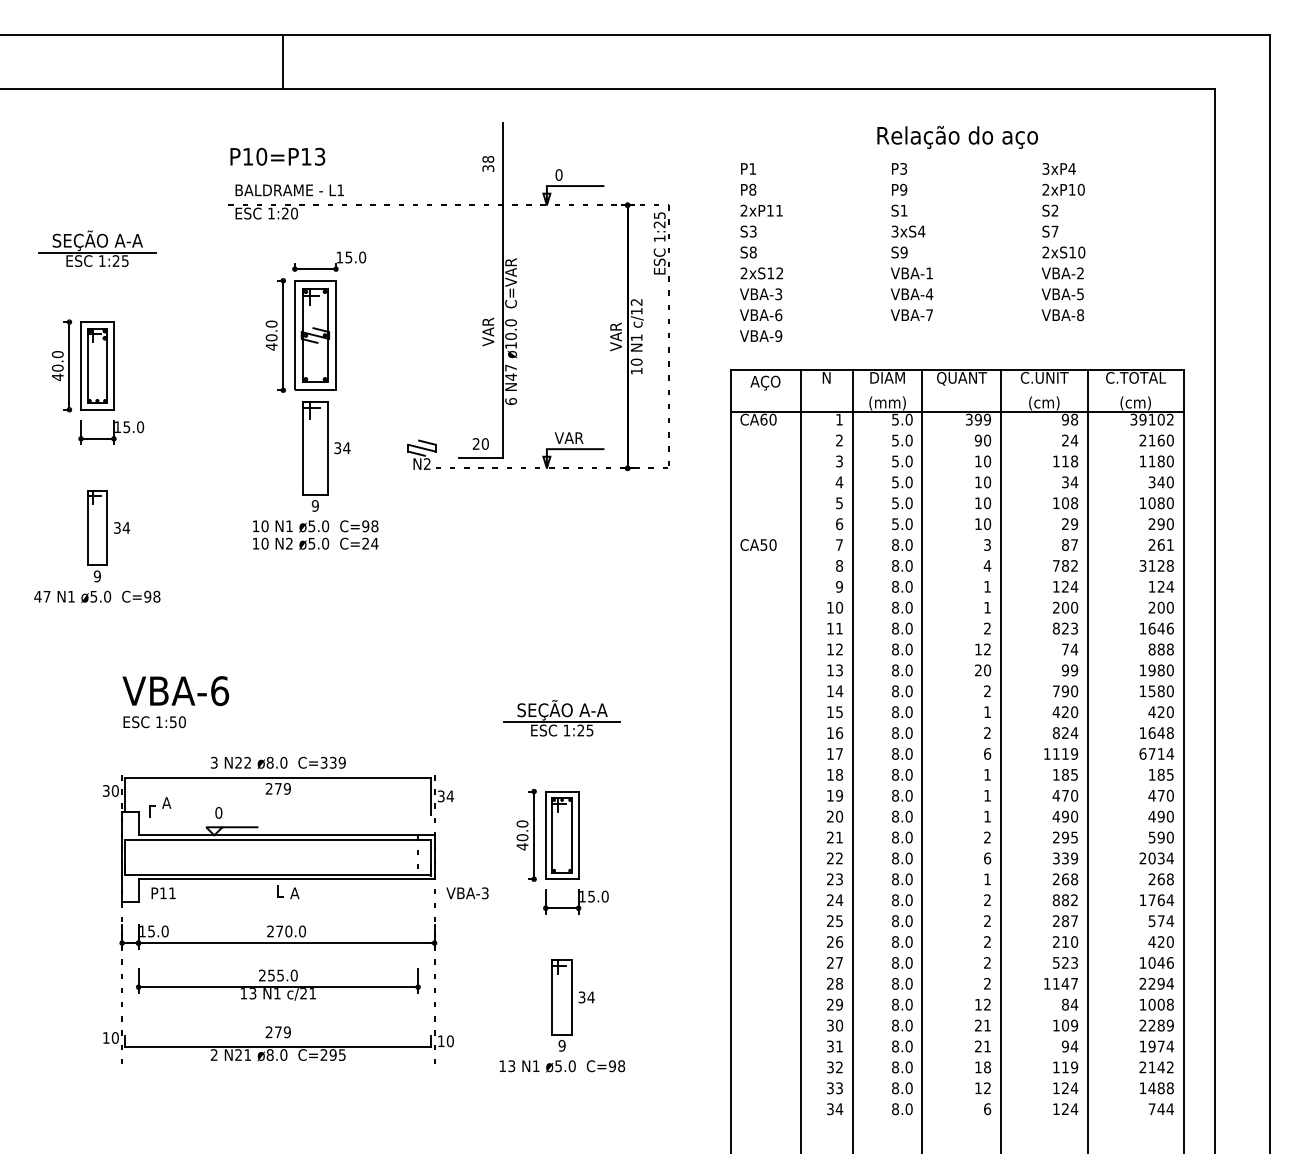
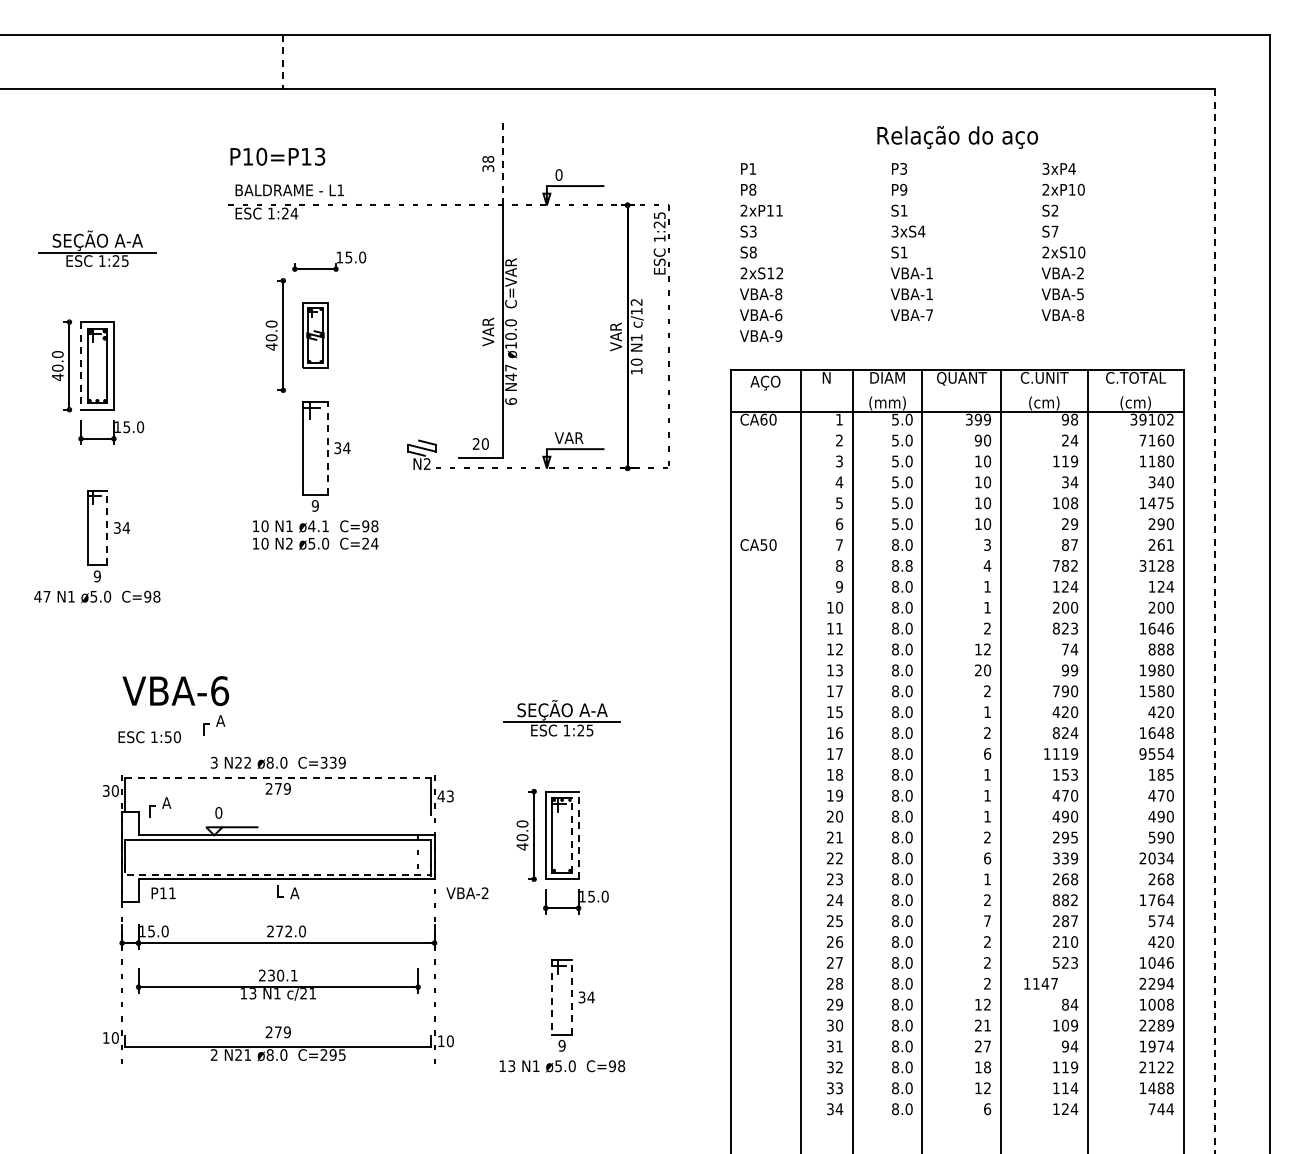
line at (283, 62): solid -> dashed
line at (502, 163): solid -> dashed
text at (294, 213): 1:20 -> 1:24
text at (903, 252): S9 -> S1
text at (778, 294): VBA-3 -> VBA-8
text at (929, 294): VBA-4 -> VBA-1
part at (315, 335) size: 43x111 px -> 27x67 px
line at (81, 365): solid -> dashed
text at (1142, 440): 2160 -> 7160
line at (327, 448): solid -> dashed
text at (1074, 461): 118 -> 119
text at (1160, 503): 1080 -> 1475
text at (318, 526): ø5.0 -> ø4.1
line at (107, 527): solid -> dashed
text at (908, 565): 8.0 -> 8.8
line at (1214, 621): solid -> dashed
text at (839, 691): 14 -> 17
text at (154, 722) position: (154, 722) -> (149, 737)
part at (214, 725): none -> present
text at (1151, 753): 6714 -> 9554
text at (1069, 774): 185 -> 153
line at (278, 777): solid -> dashed
text at (445, 796): 34 -> 43
line at (572, 834): solid -> dashed
line at (578, 835): solid -> dashed
line at (278, 874): solid -> dashed
text at (484, 893): VBA-3 -> VBA-2
text at (987, 920): 2 -> 7
text at (288, 931): 270.0 -> 272.0
text at (282, 975): 255.0 -> 230.1
text at (1060, 983) position: (1060, 983) -> (1040, 983)
line at (572, 996): solid -> dashed
line at (552, 997): solid -> dashed
text at (987, 1046): 21 -> 27
text at (1160, 1067): 2142 -> 2122
text at (1065, 1087): 124 -> 114
